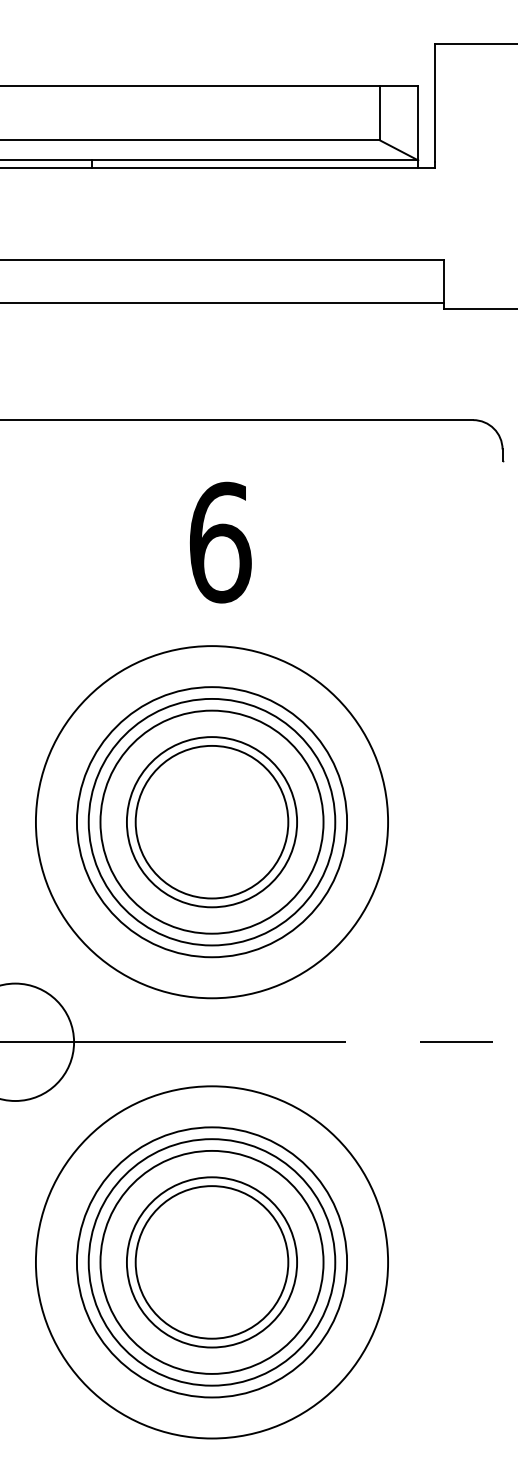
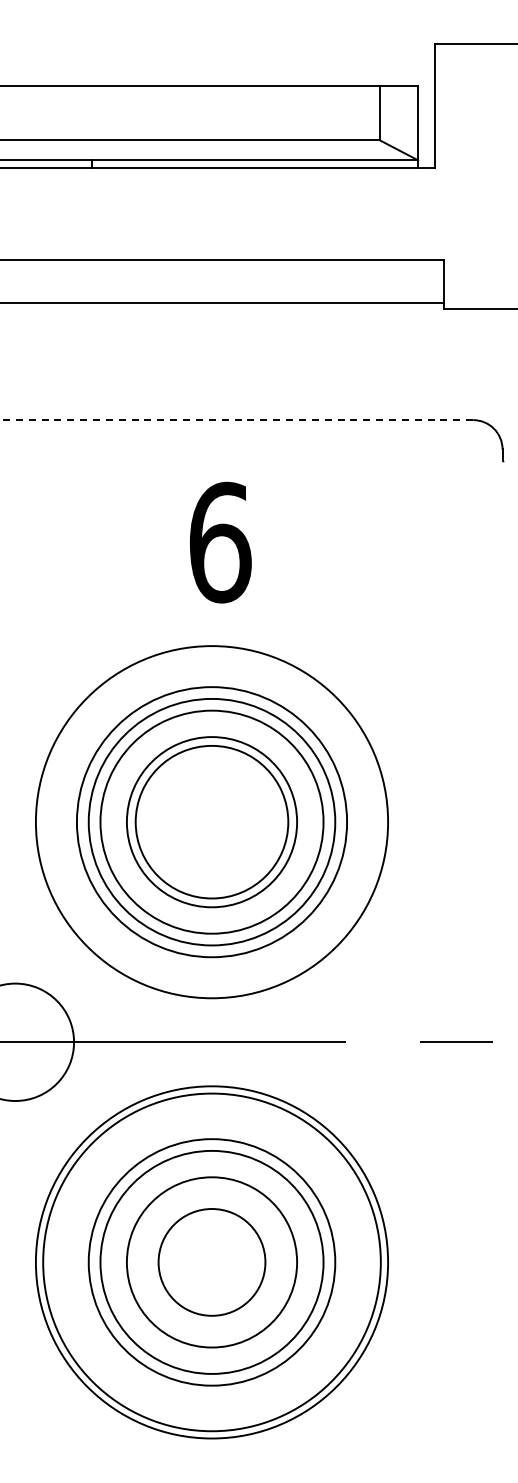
line at (236, 420): solid -> dashed
circle at (211, 1262) diameter: 153 px -> 107 px
circle at (211, 1262) diameter: 270 px -> 338 px
